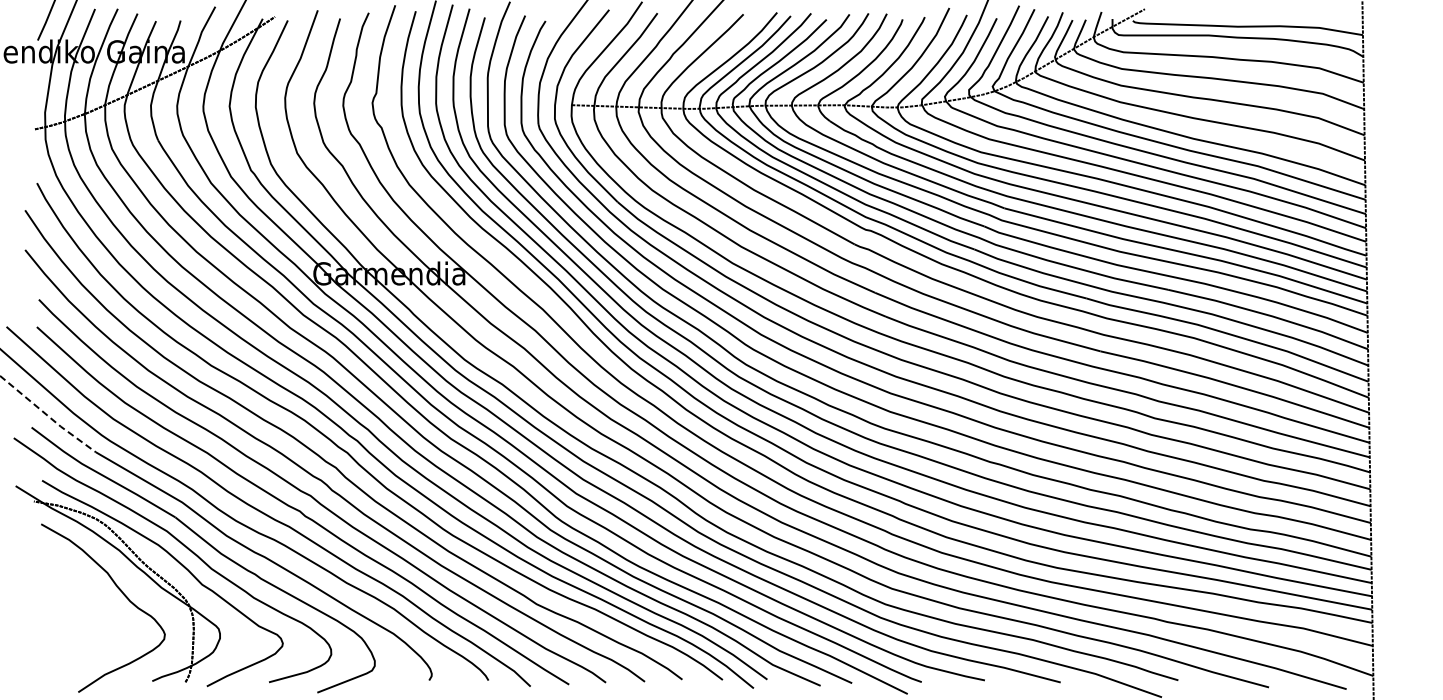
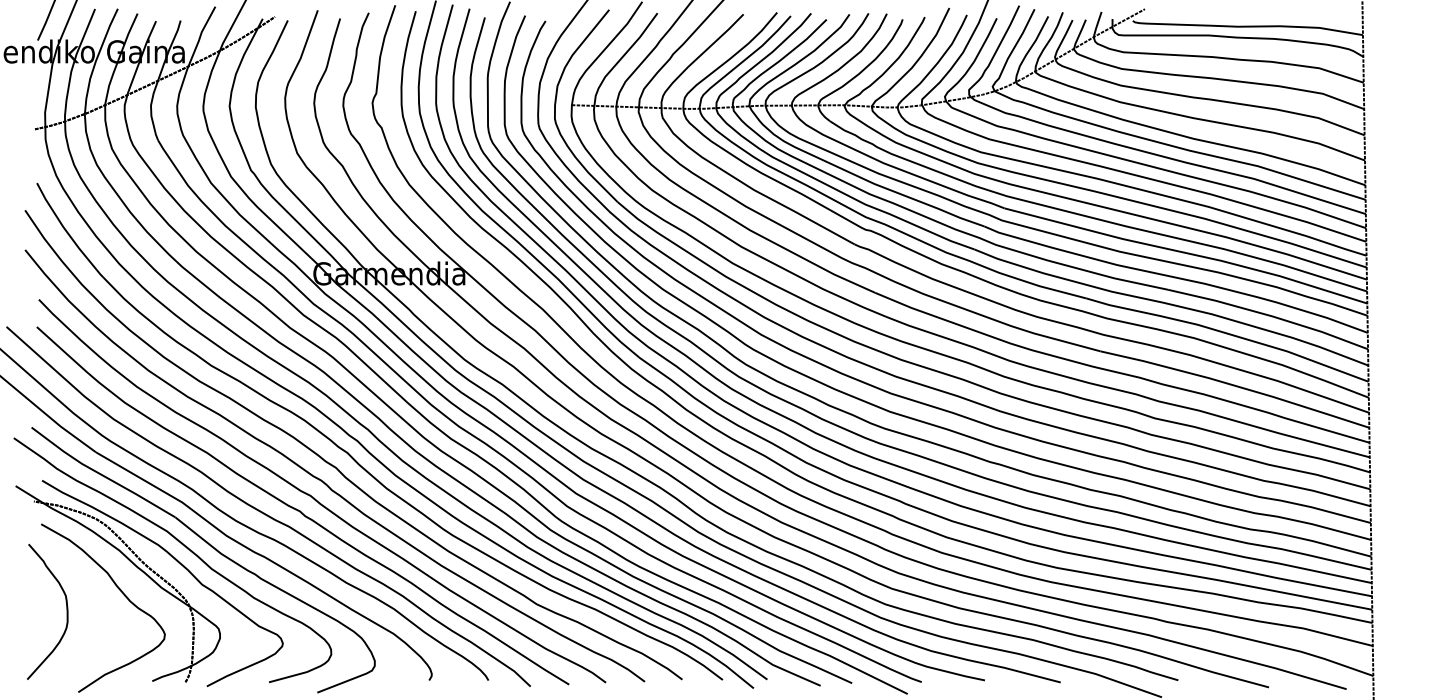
line at (47, 415): dashed -> solid
curve at (66, 611): none -> present
